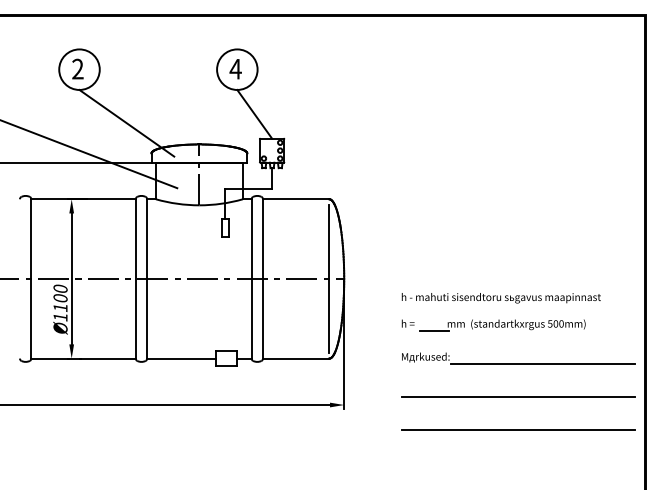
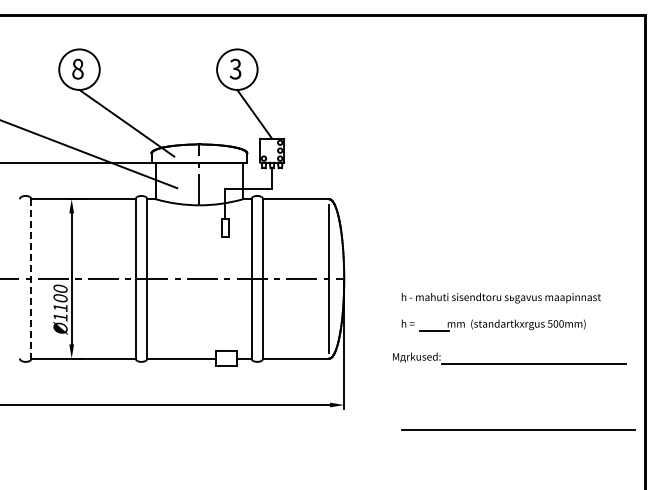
text at (77, 68): 2 -> 8
text at (235, 68): 4 -> 3
line at (31, 278): solid -> dashed
part at (518, 358) position: (518, 358) -> (509, 358)
line at (518, 396): present -> none
